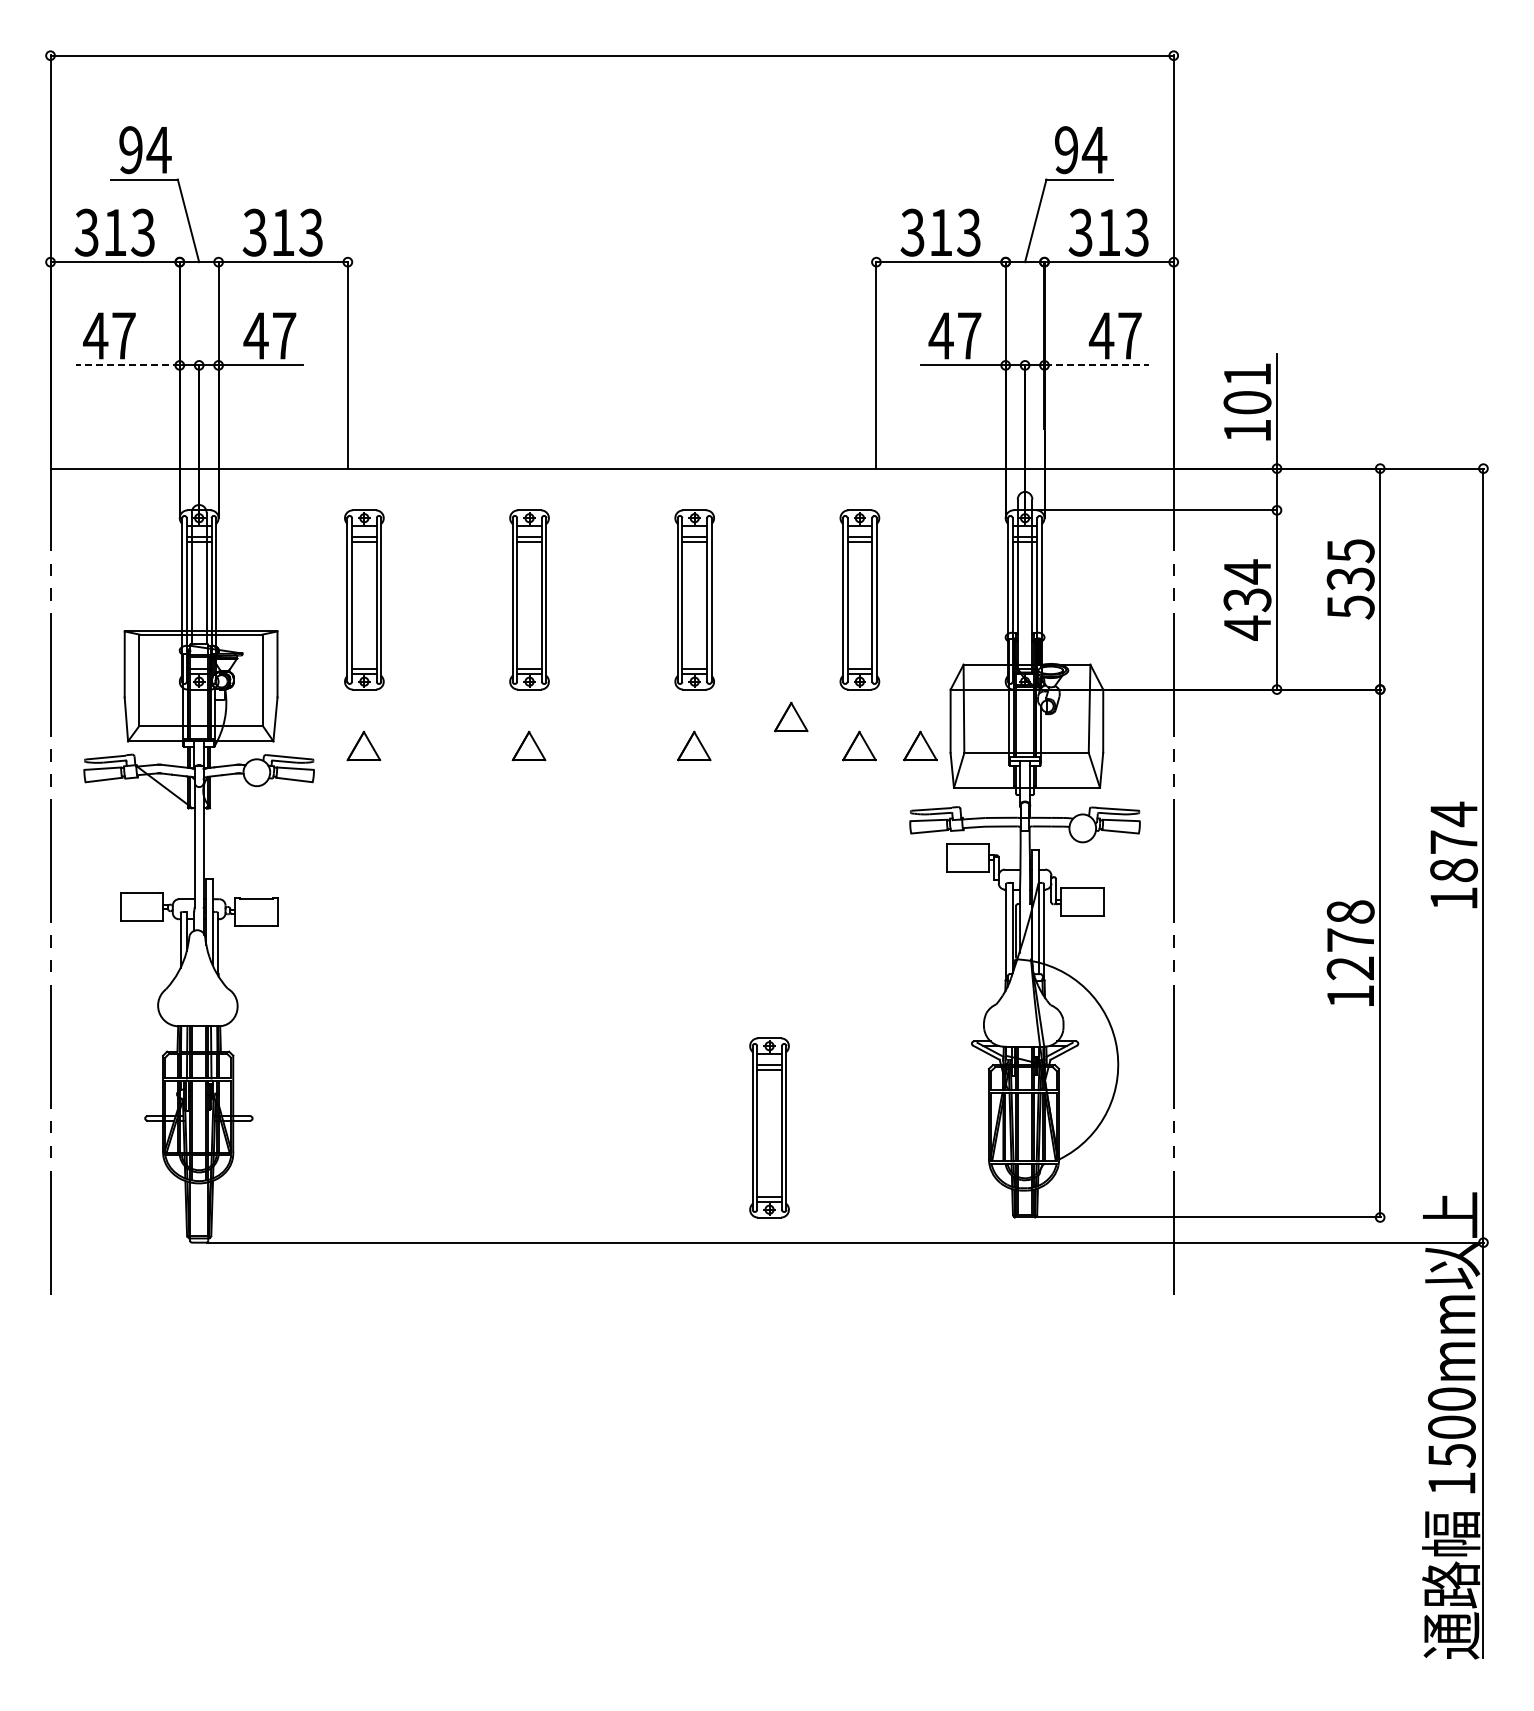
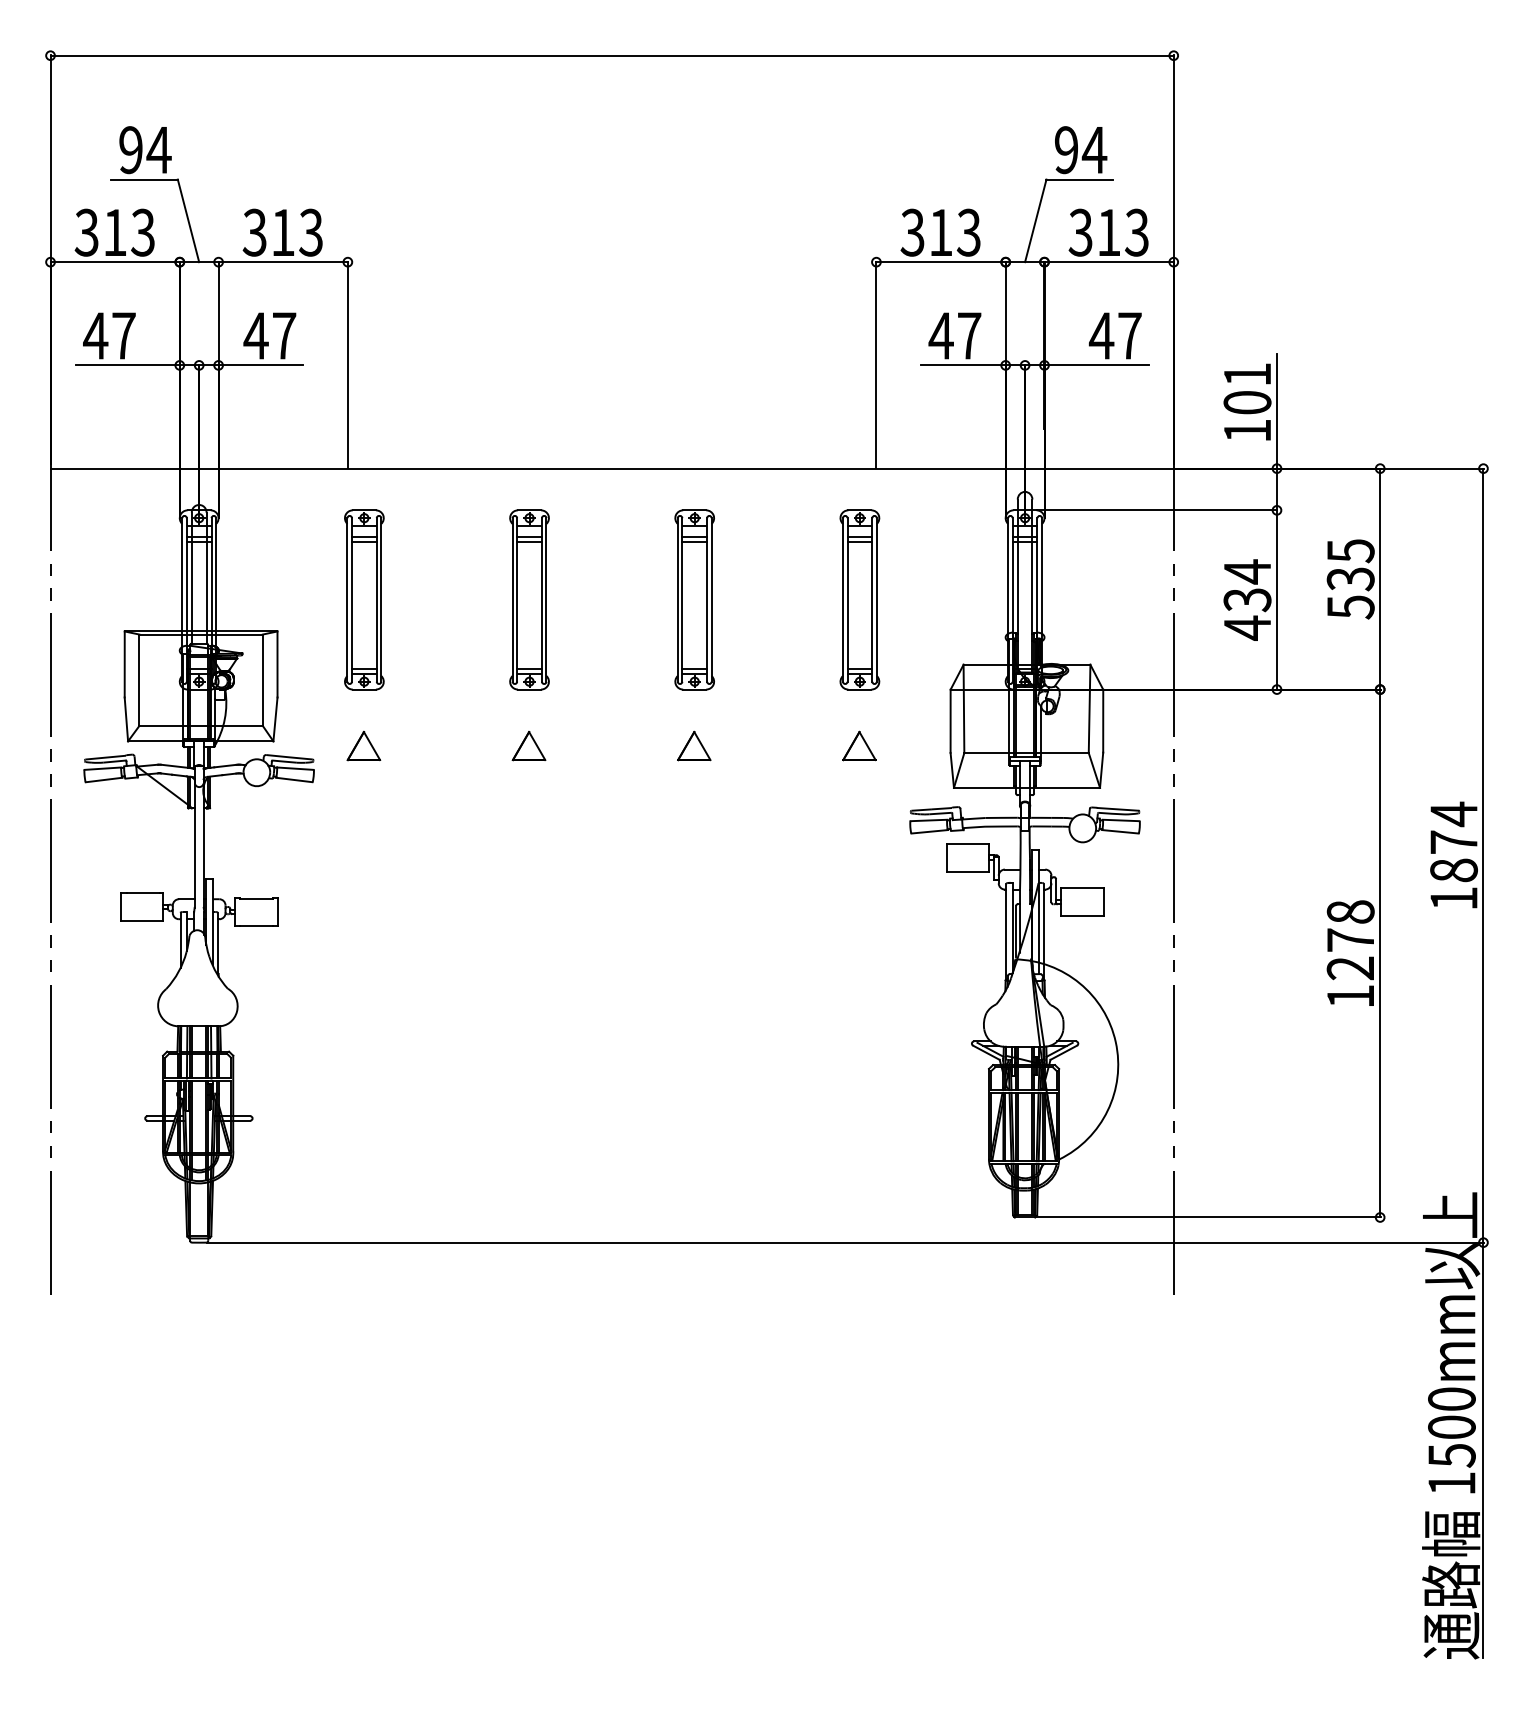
line at (127, 365): dashed -> solid
line at (1097, 365): dashed -> solid
part at (791, 716): present -> none
part at (920, 745): present -> none
part at (769, 1127): present -> none
